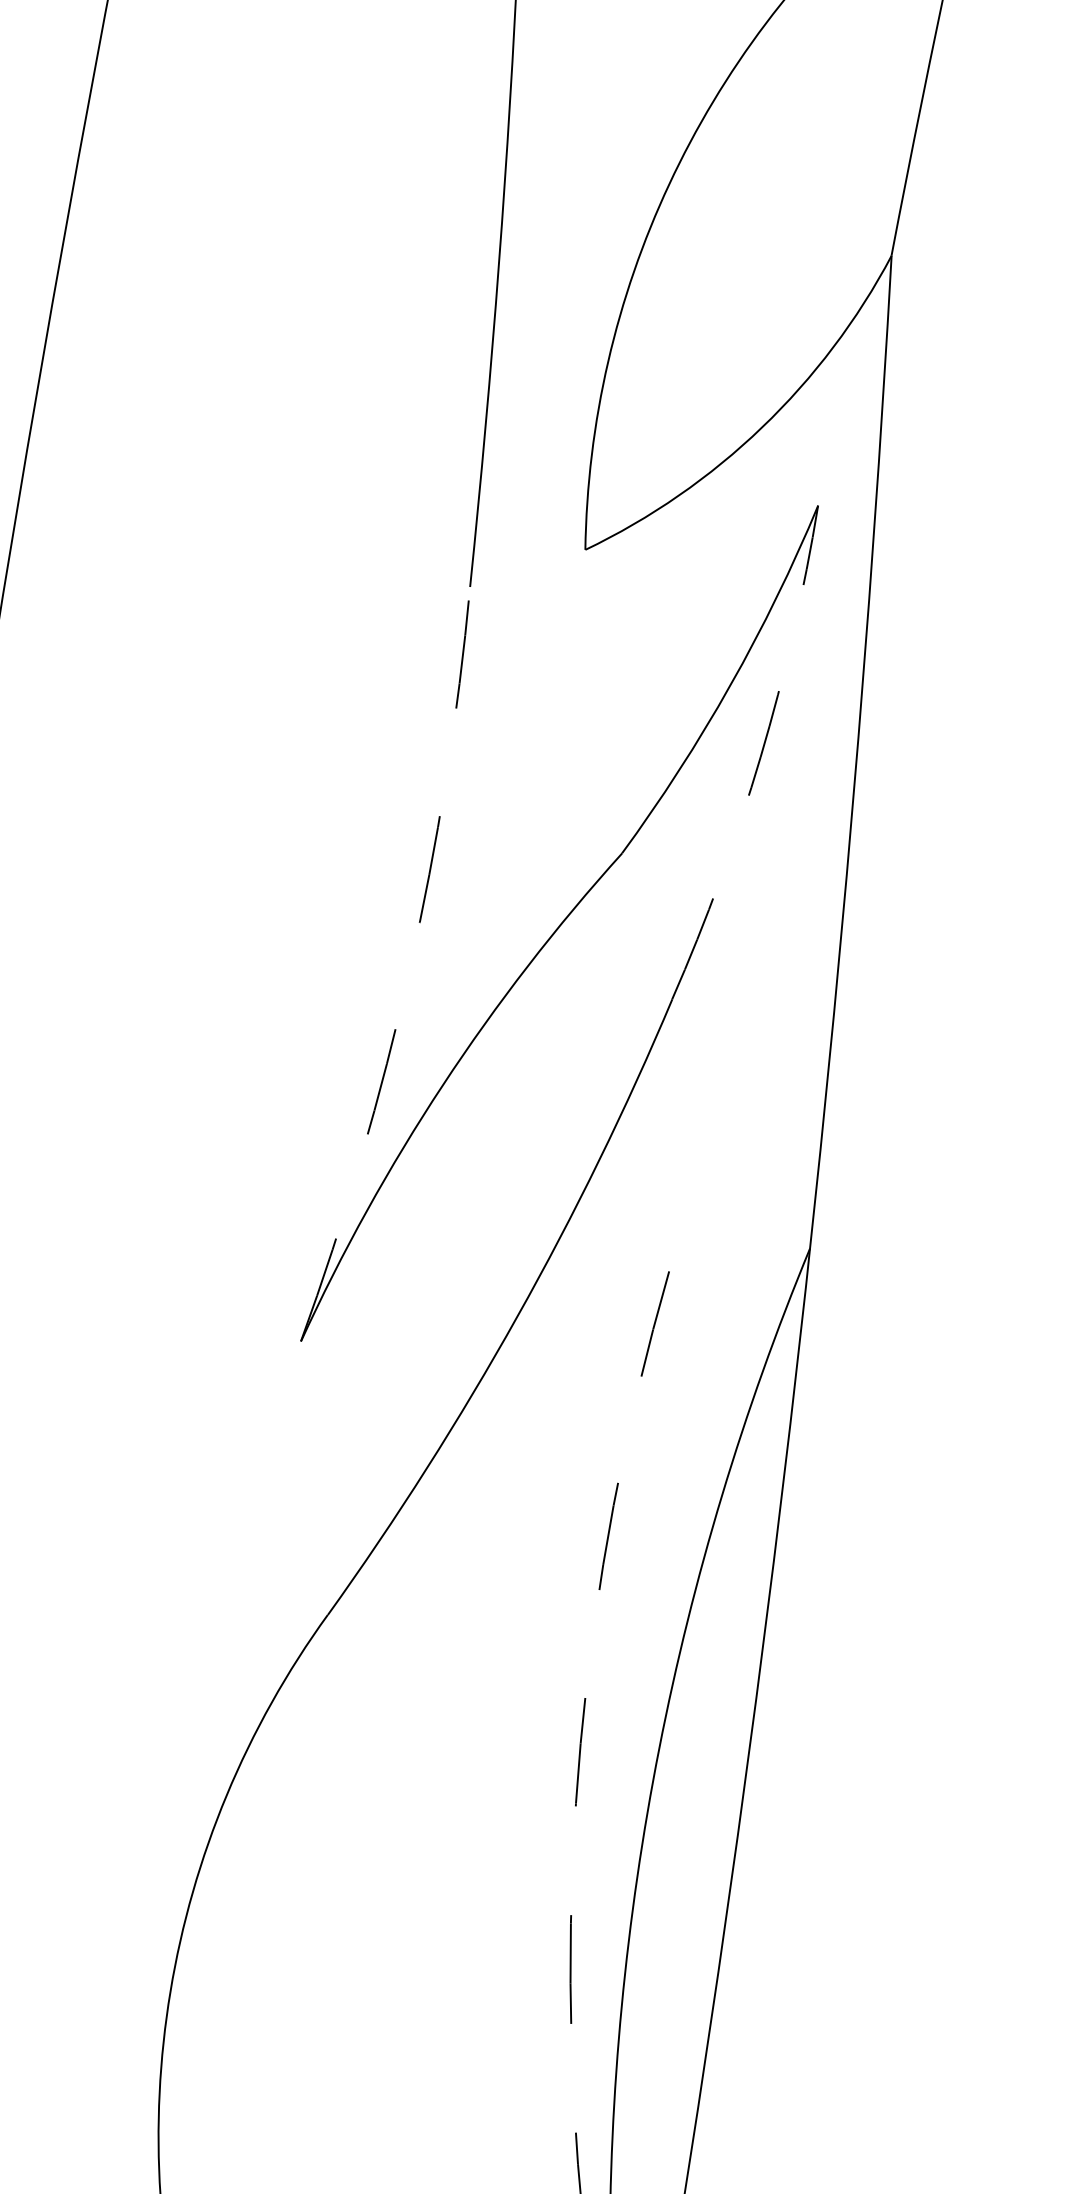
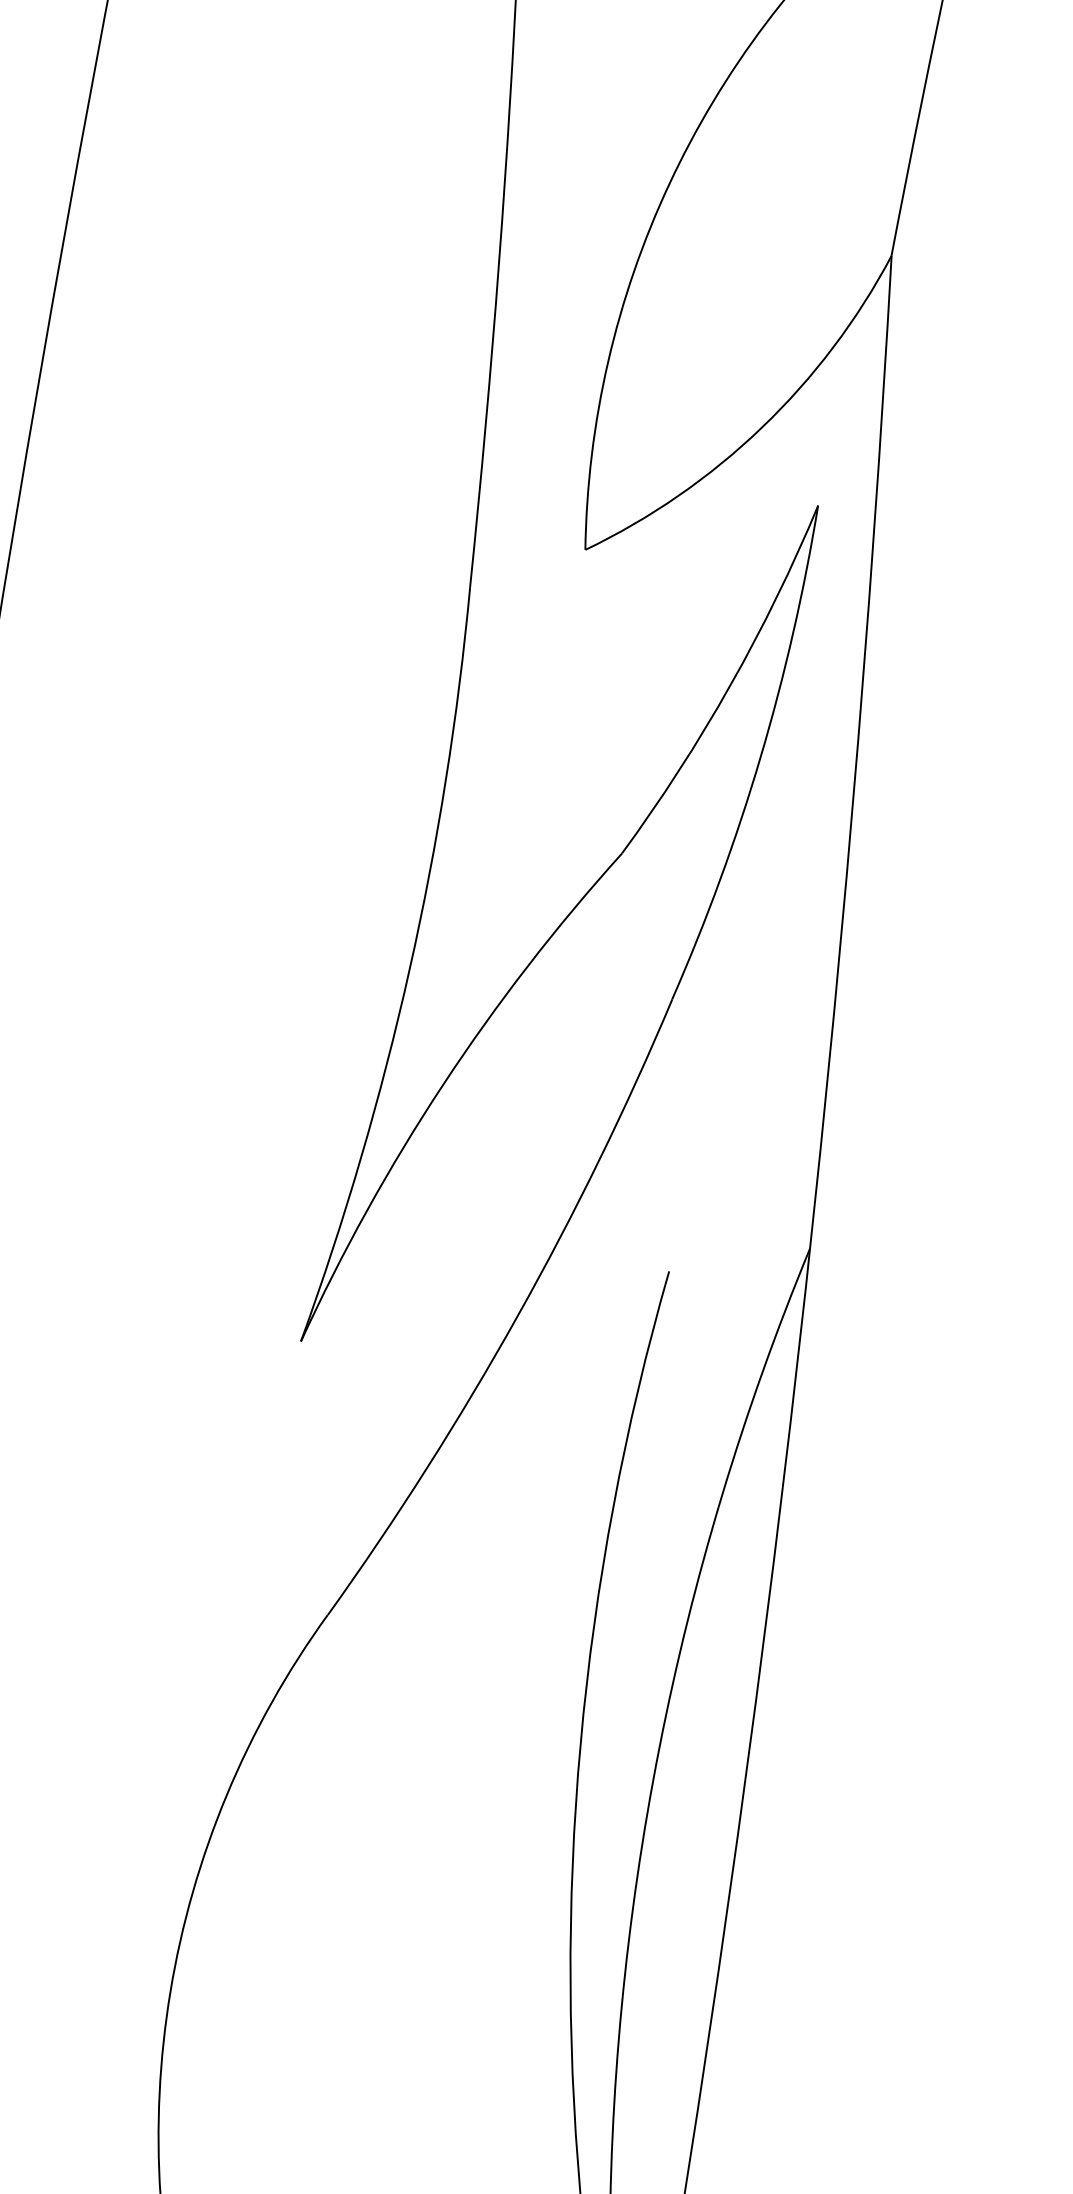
arc at (760, 757): dashed -> solid
arc at (409, 969): dashed -> solid
arc at (582, 1728): dashed -> solid
